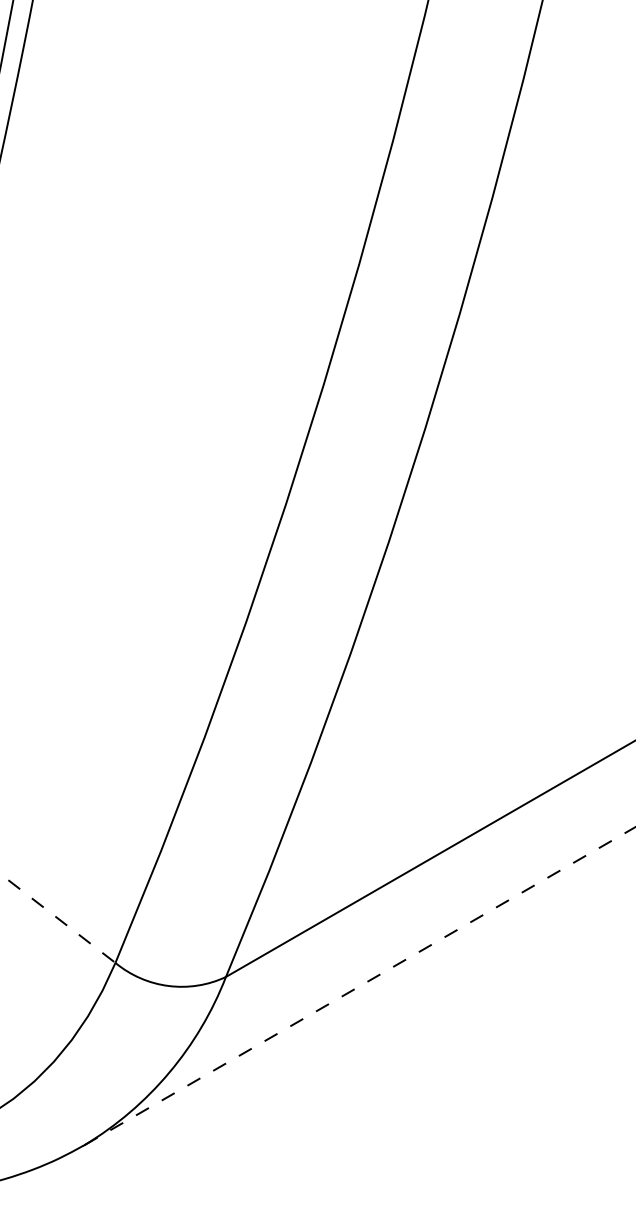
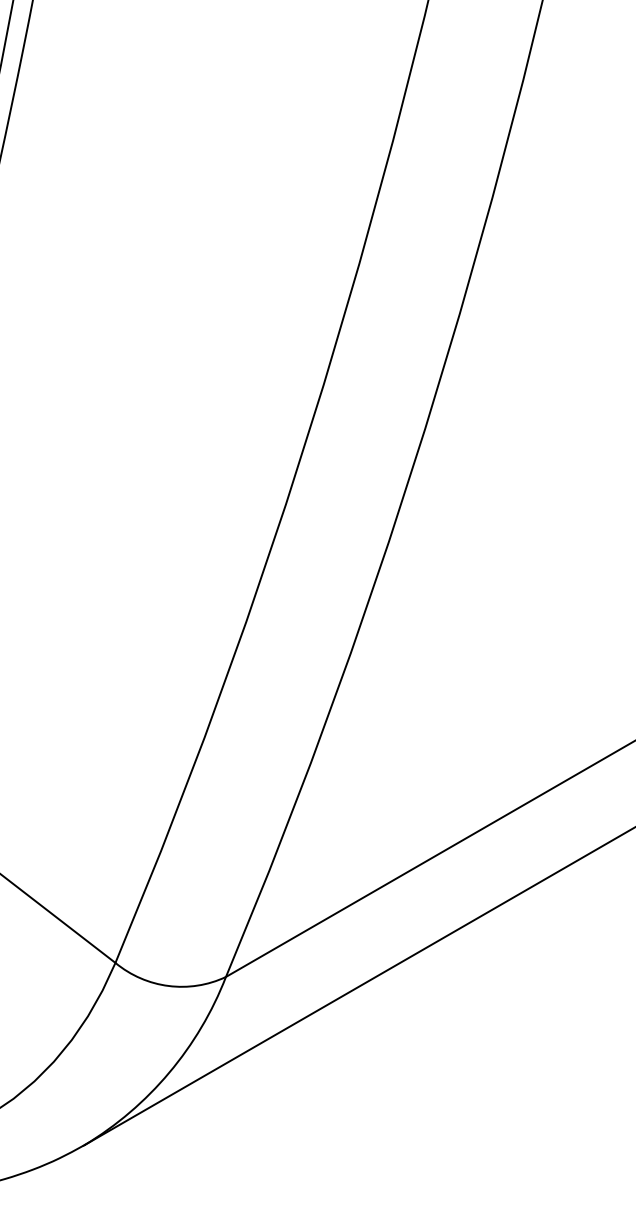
line at (57, 918): dashed -> solid
line at (360, 985): dashed -> solid
